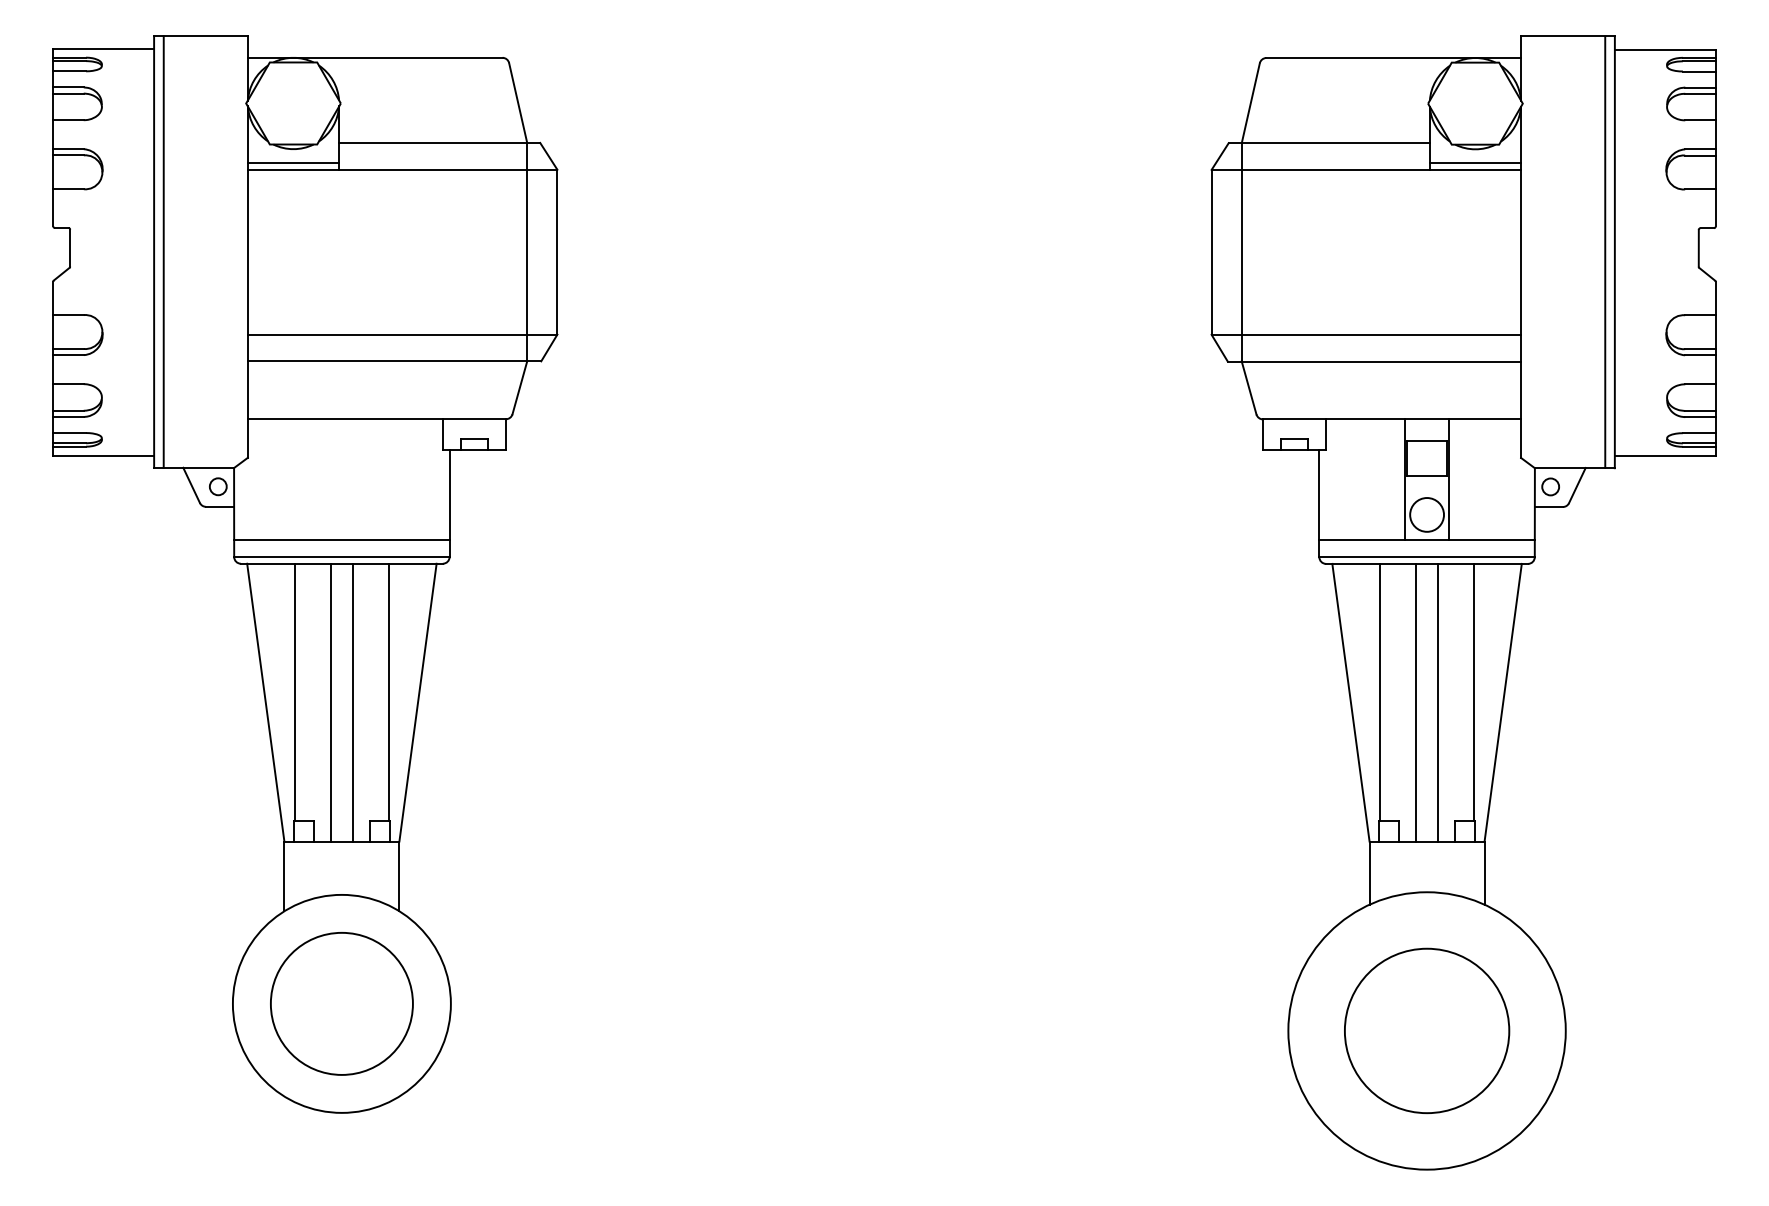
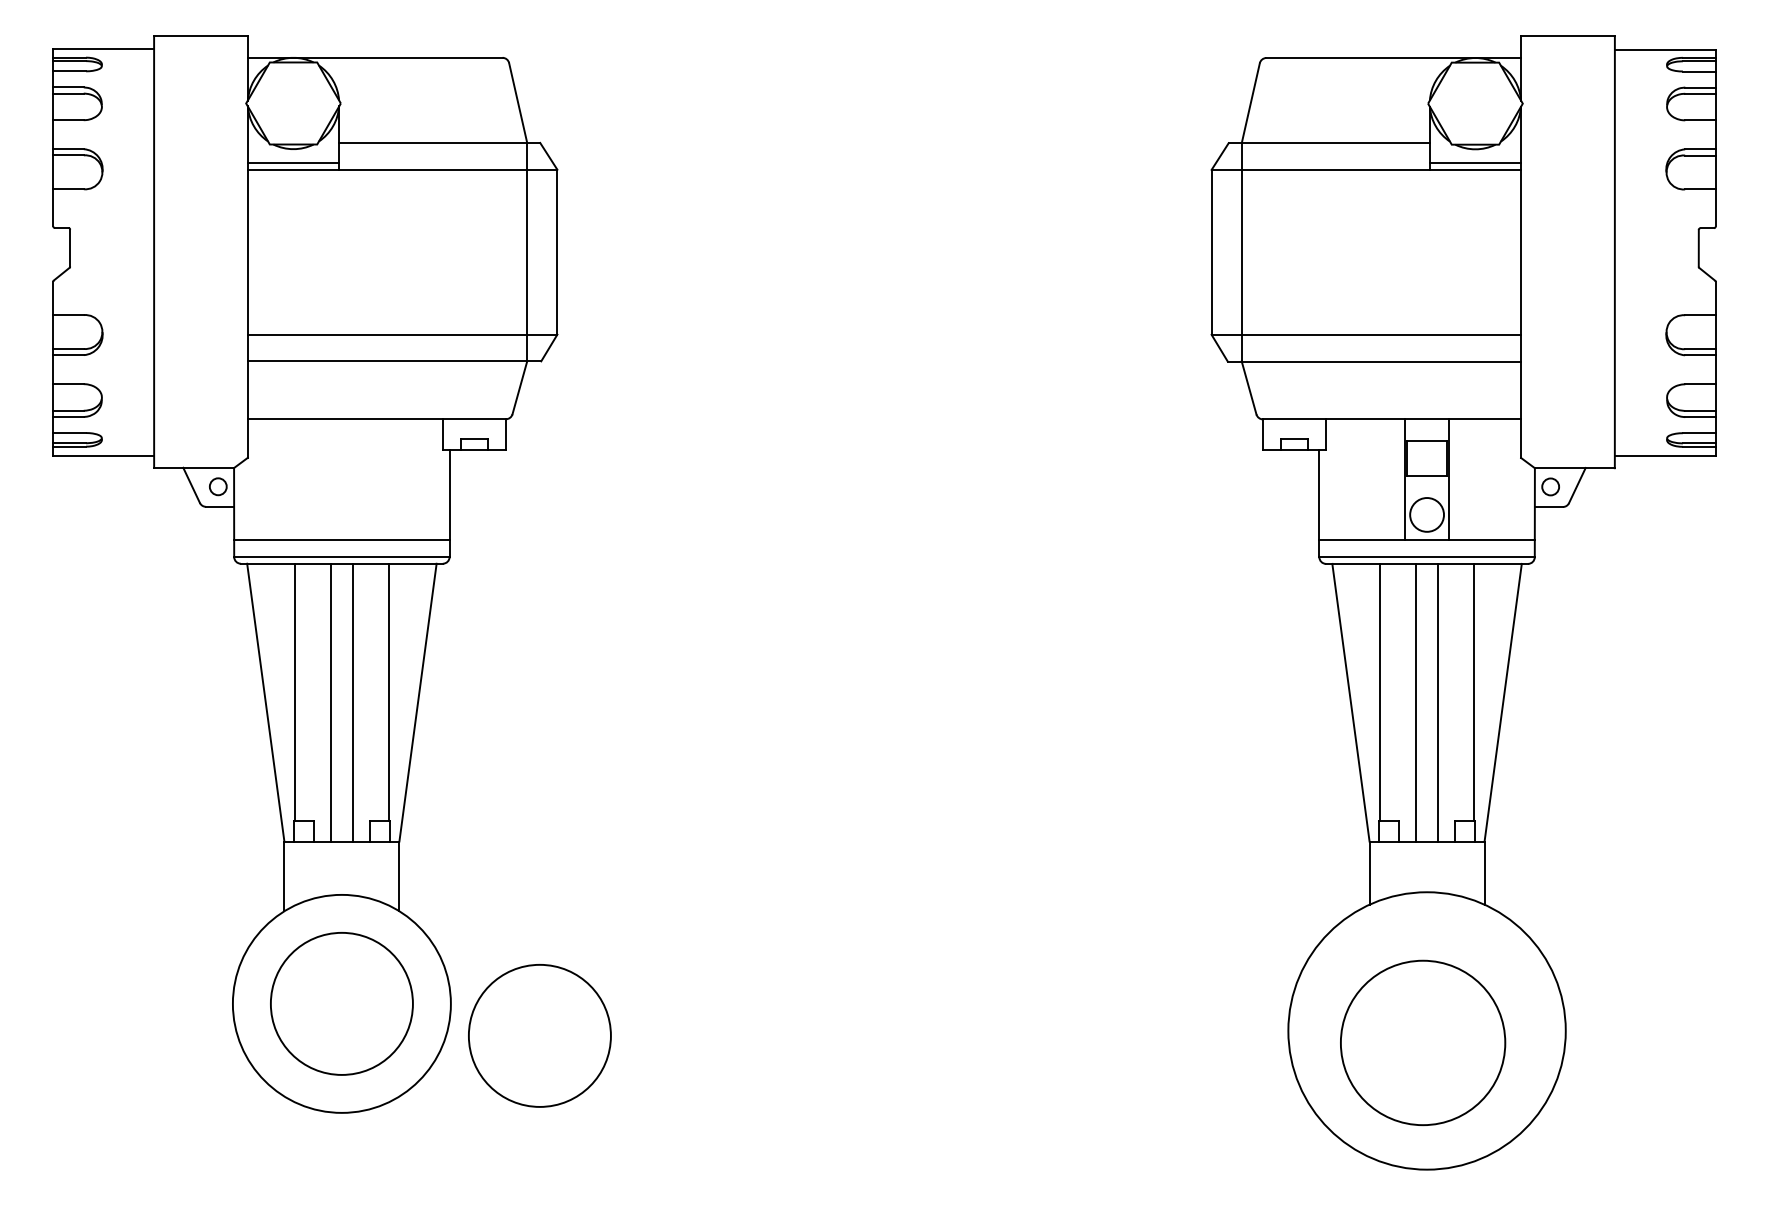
line at (163, 251): present -> none
line at (1605, 252): present -> none
circle at (1427, 1030) position: (1427, 1030) -> (1423, 1042)
circle at (539, 1035): none -> present
